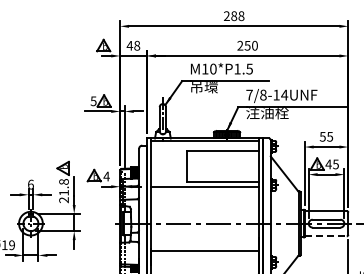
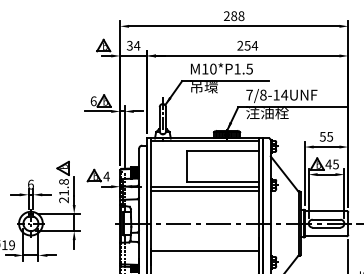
text at (133, 45): 48 -> 34
text at (254, 45): 250 -> 254
text at (93, 101): 5 -> 6
line at (204, 190): none -> present
line at (325, 236): dashed -> solid
